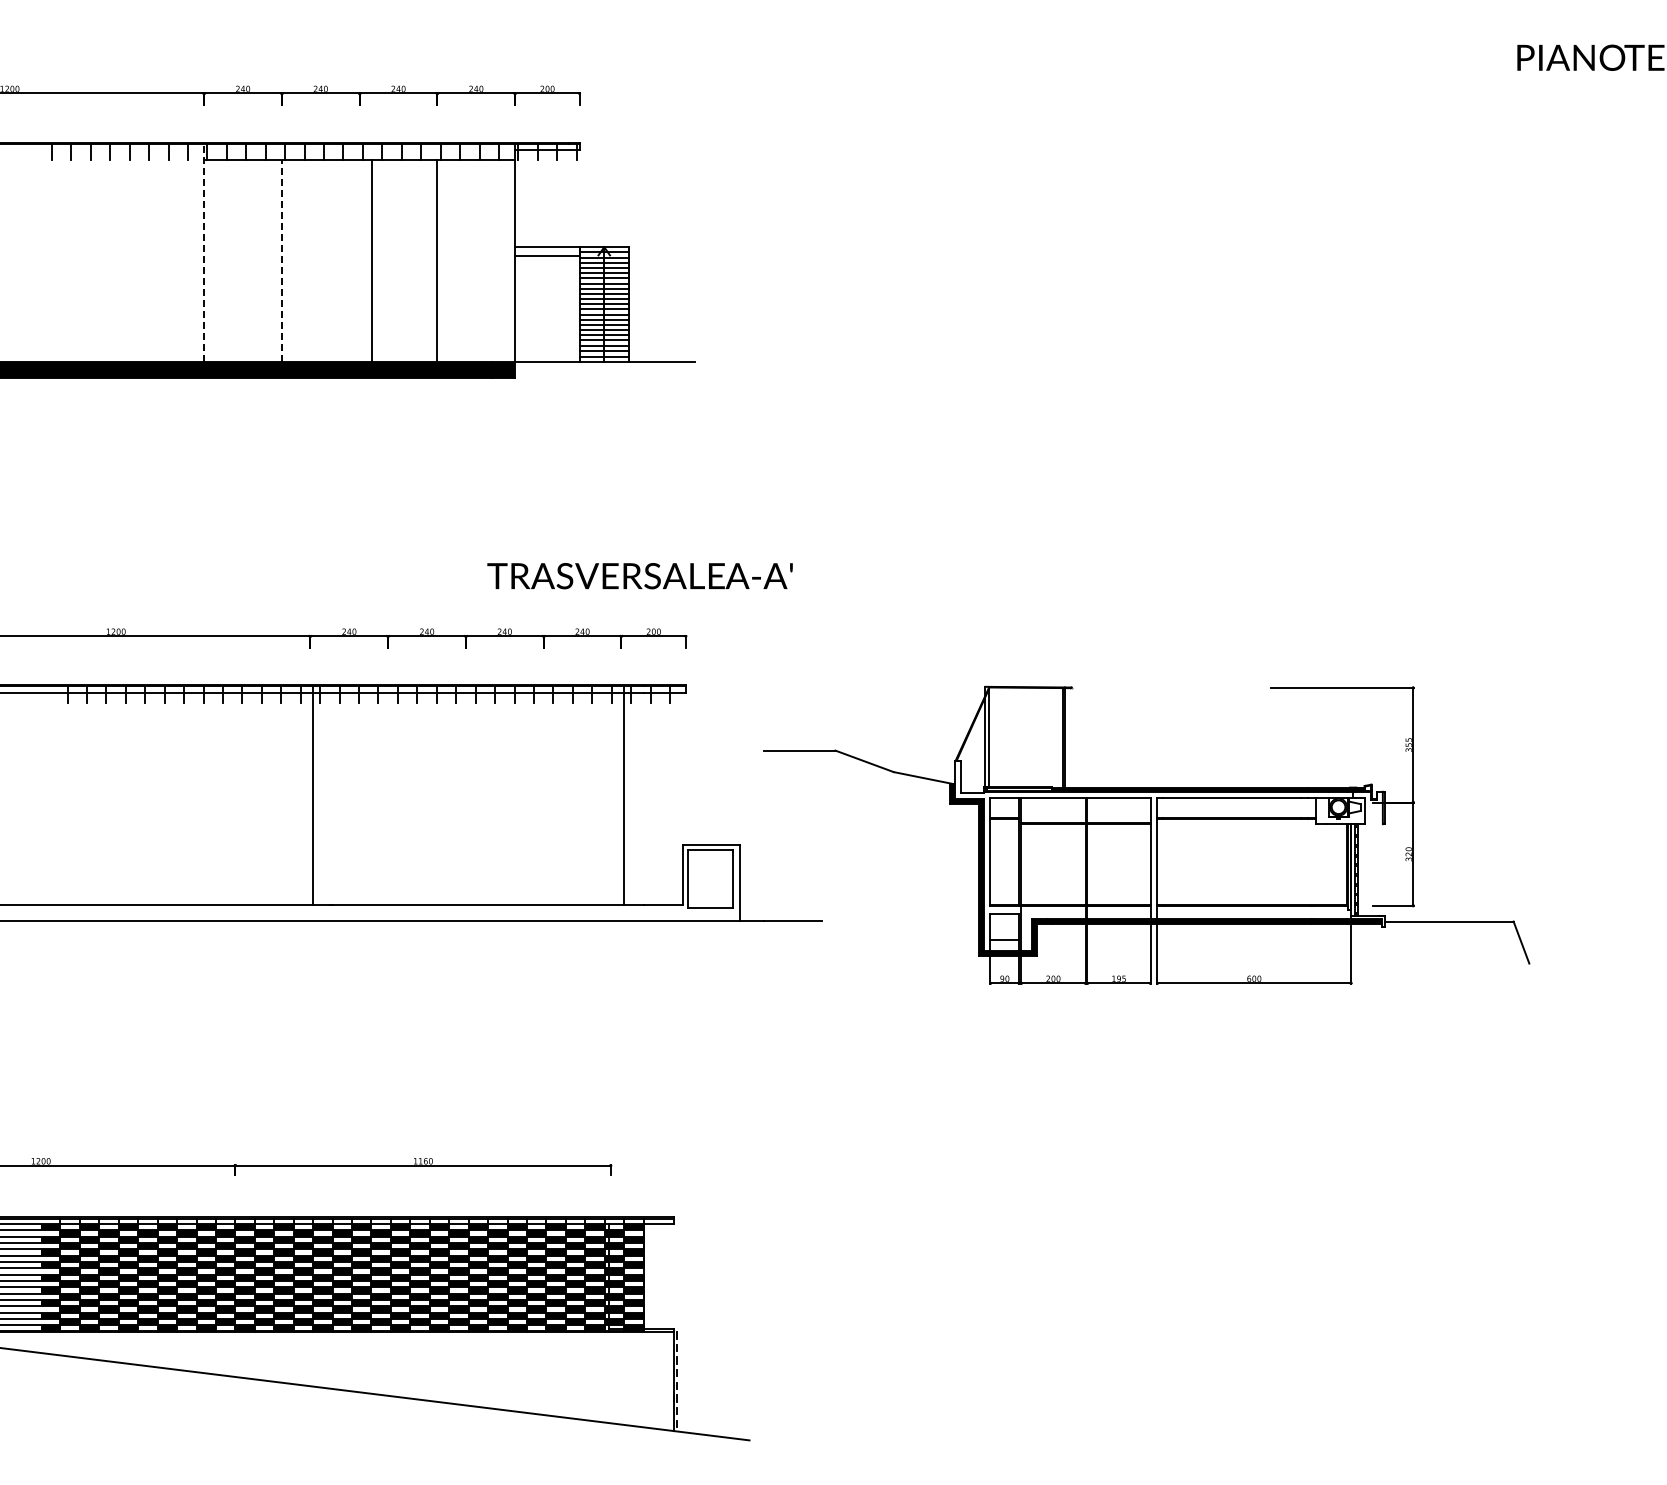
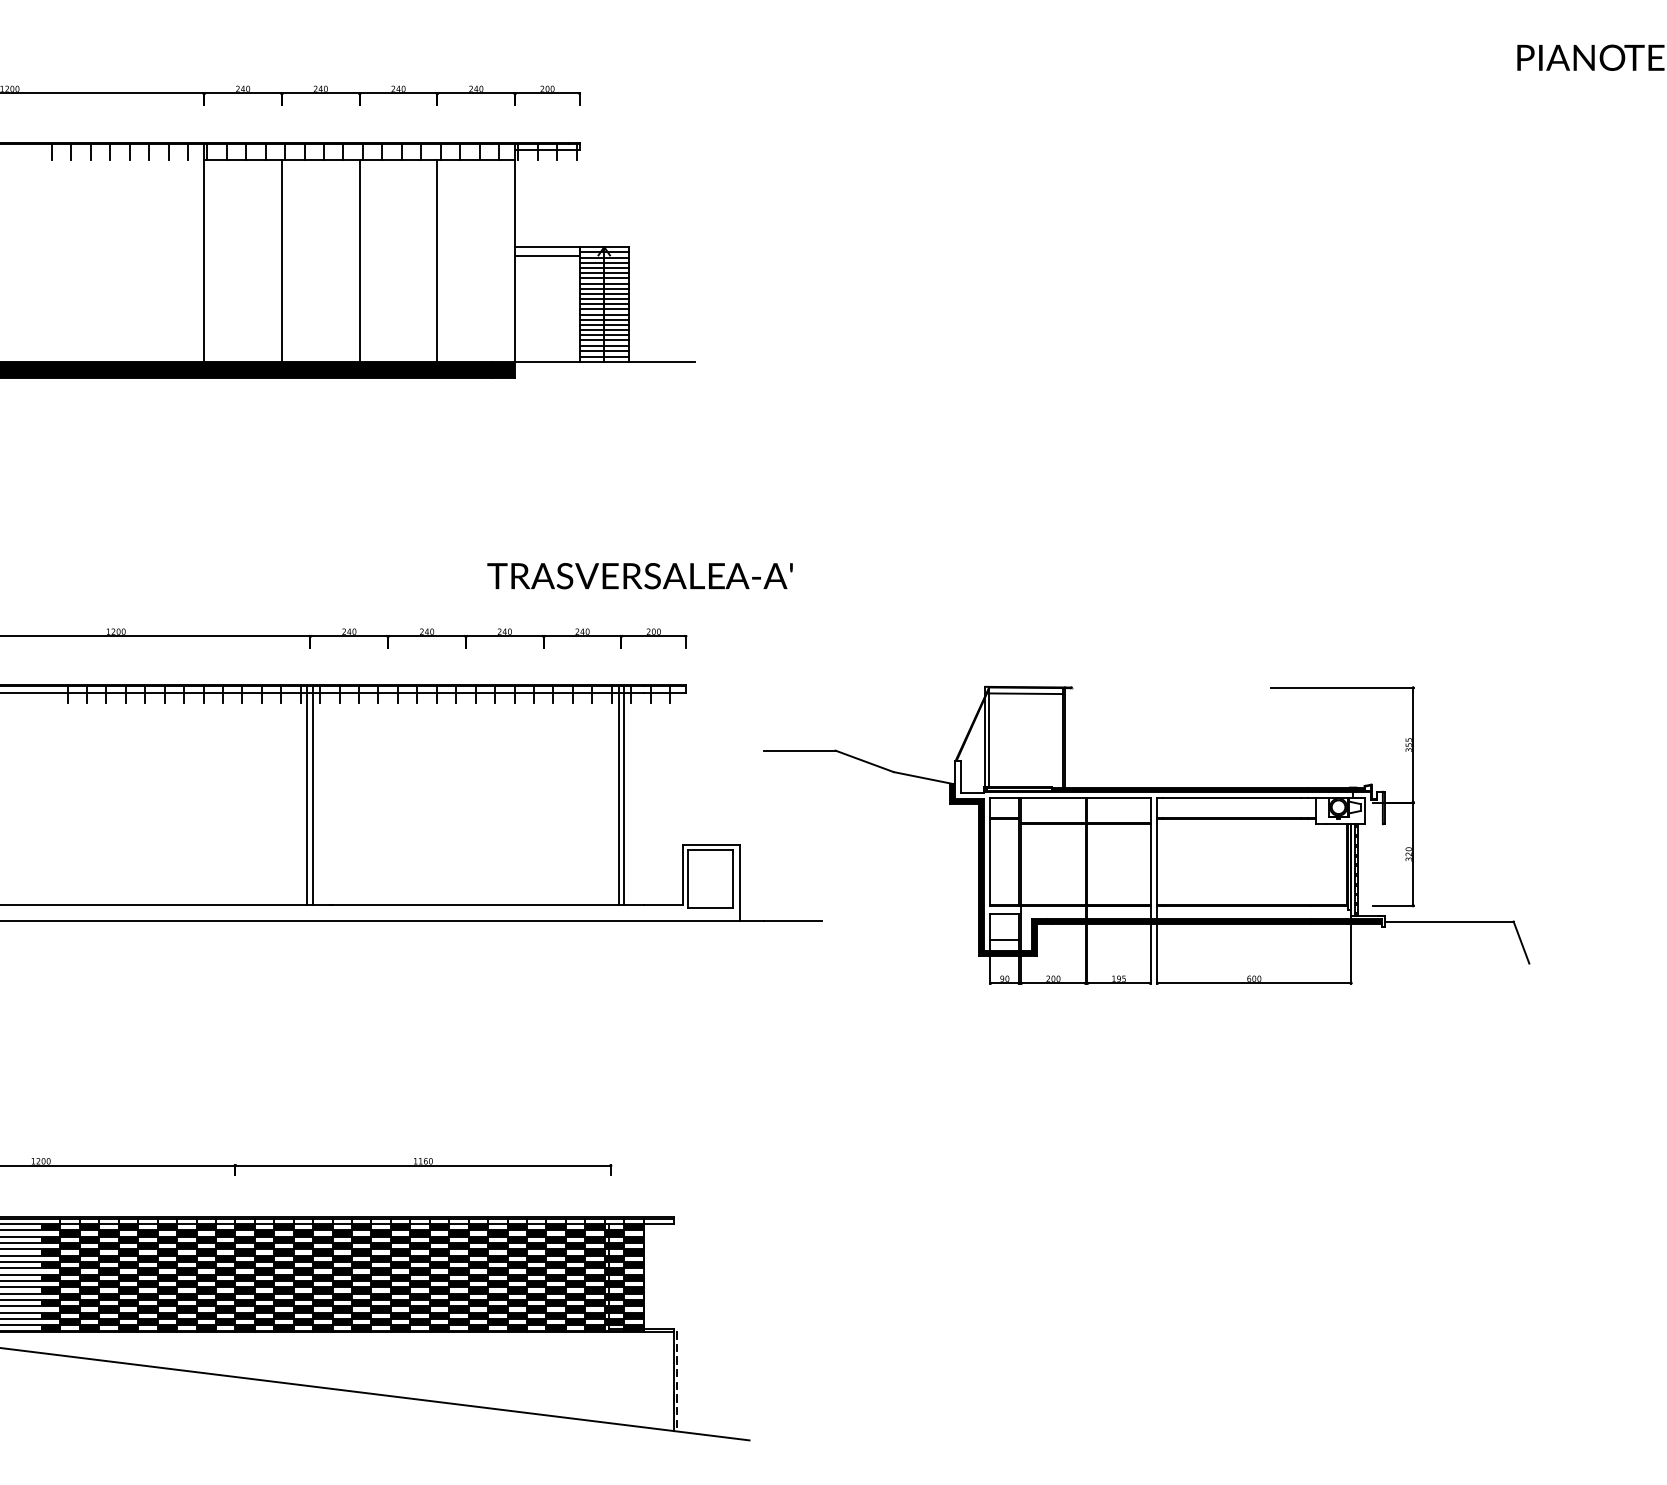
line at (204, 252): dashed -> solid
line at (281, 260): dashed -> solid
line at (371, 260) position: (371, 260) -> (359, 260)
line at (1025, 693): none -> present
line at (307, 795): none -> present
line at (618, 795): none -> present
